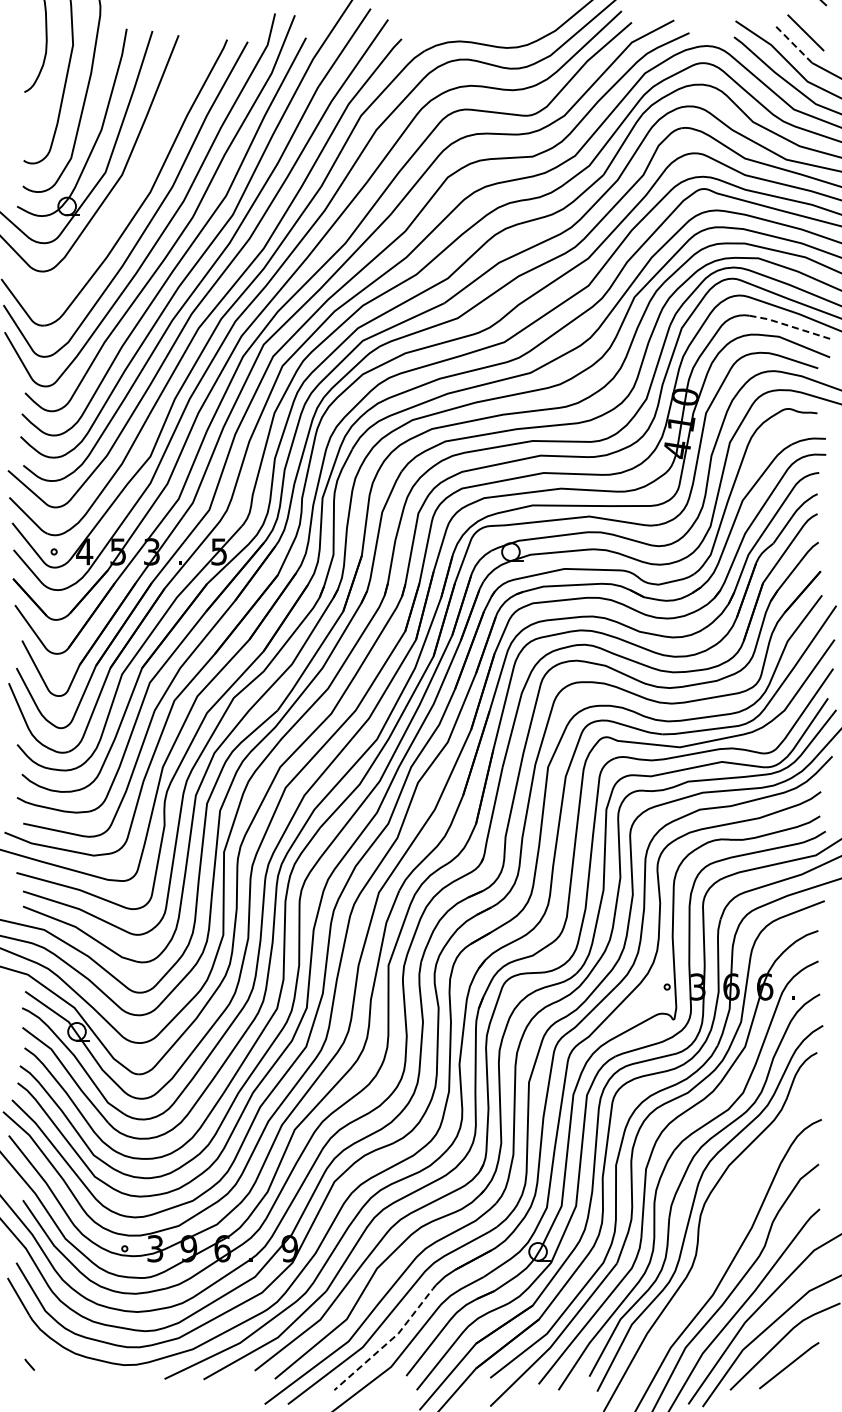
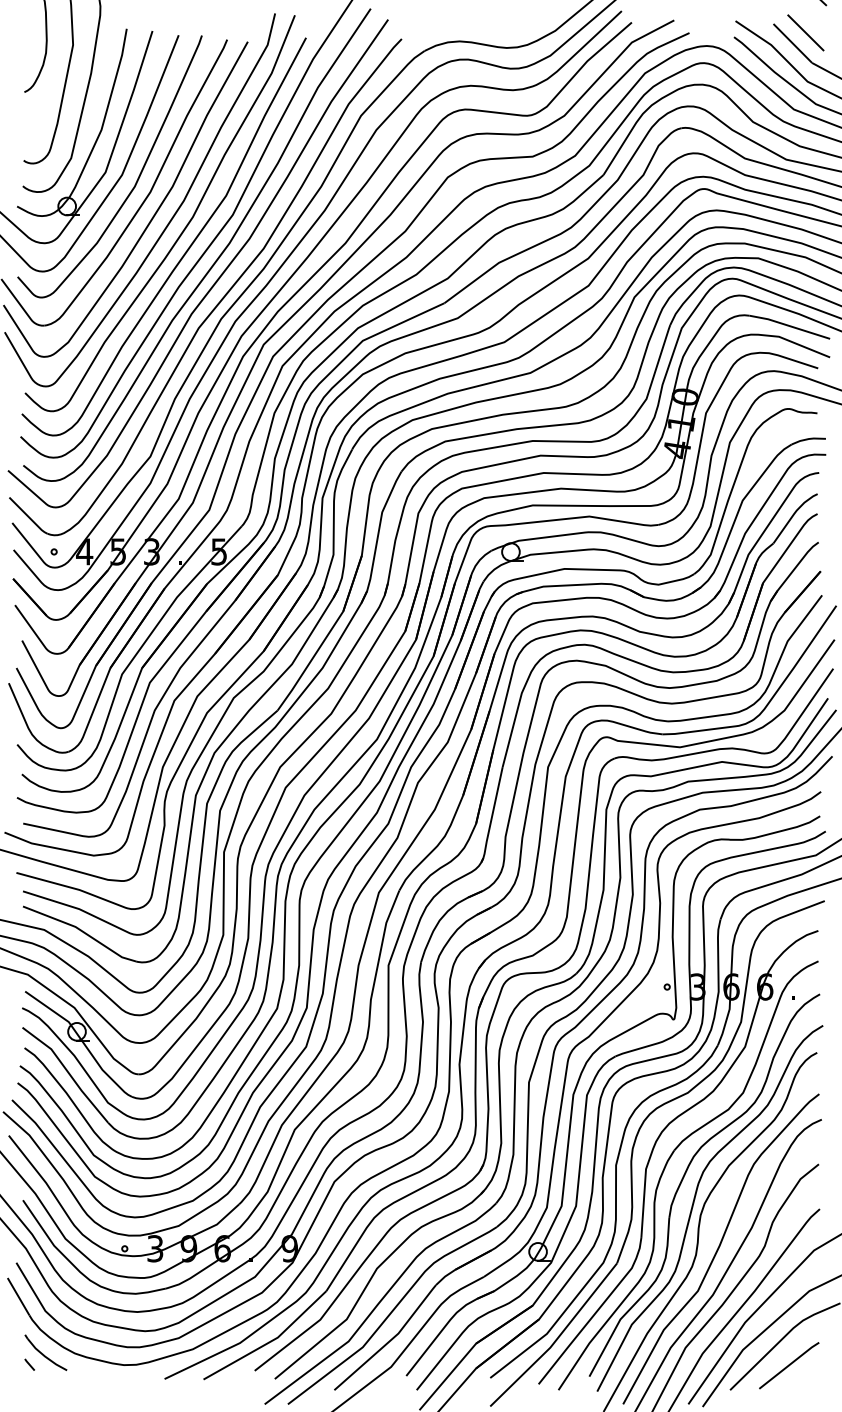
line at (792, 43): dashed -> solid
curve at (138, 175): none -> present
line at (789, 325): dashed -> solid
curve at (719, 1248): none -> present
line at (390, 1340): dashed -> solid
part at (45, 1352): none -> present
